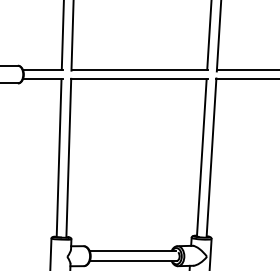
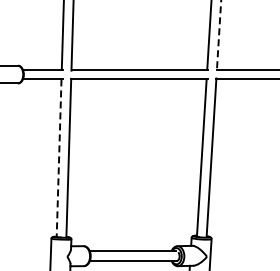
line at (218, 36): solid -> dashed
line at (59, 158): solid -> dashed
